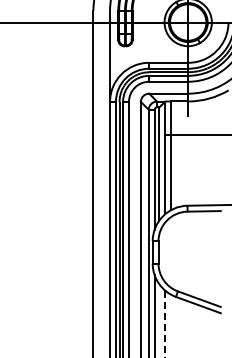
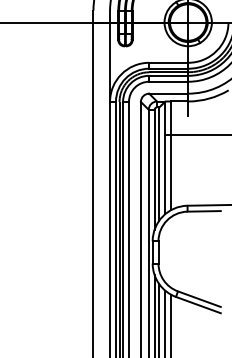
line at (159, 319): none -> present
line at (165, 323): dashed -> solid
line at (171, 324): none -> present
